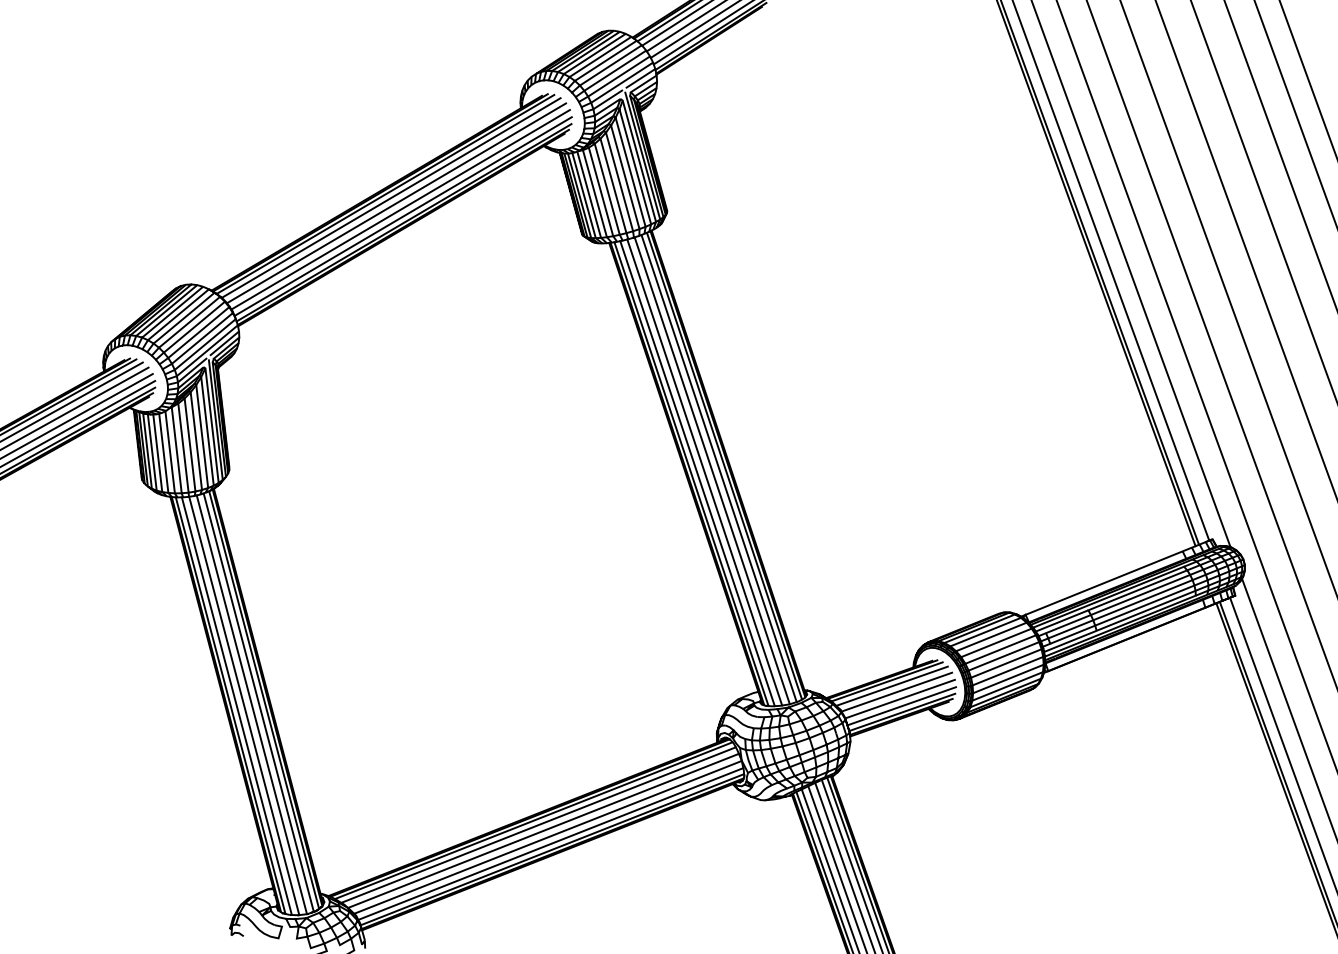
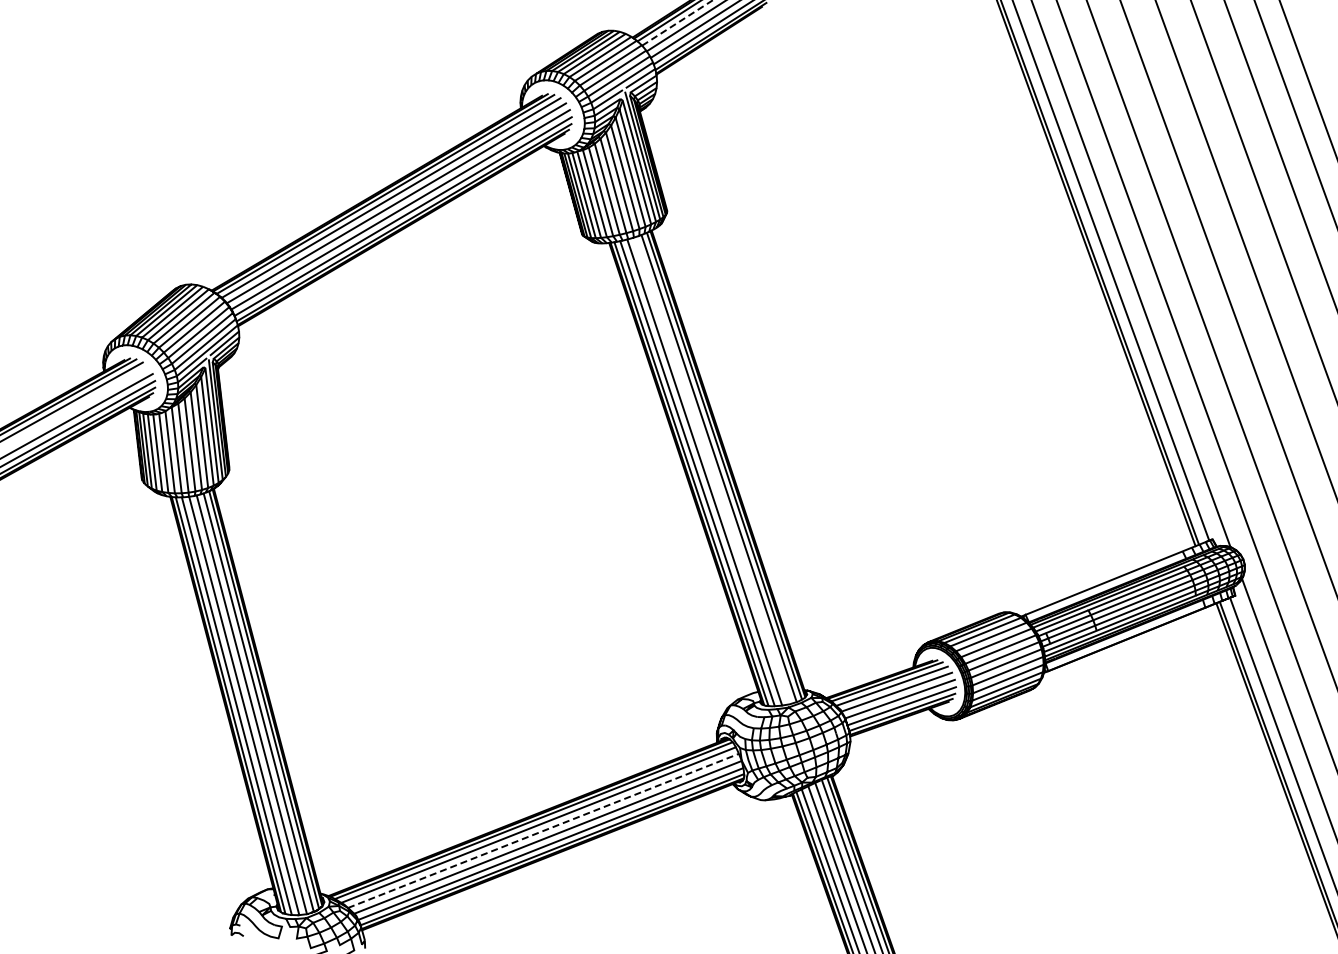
line at (677, 22): solid -> dashed
line at (75, 407): present -> none
line at (711, 470): present -> none
line at (543, 830): solid -> dashed
